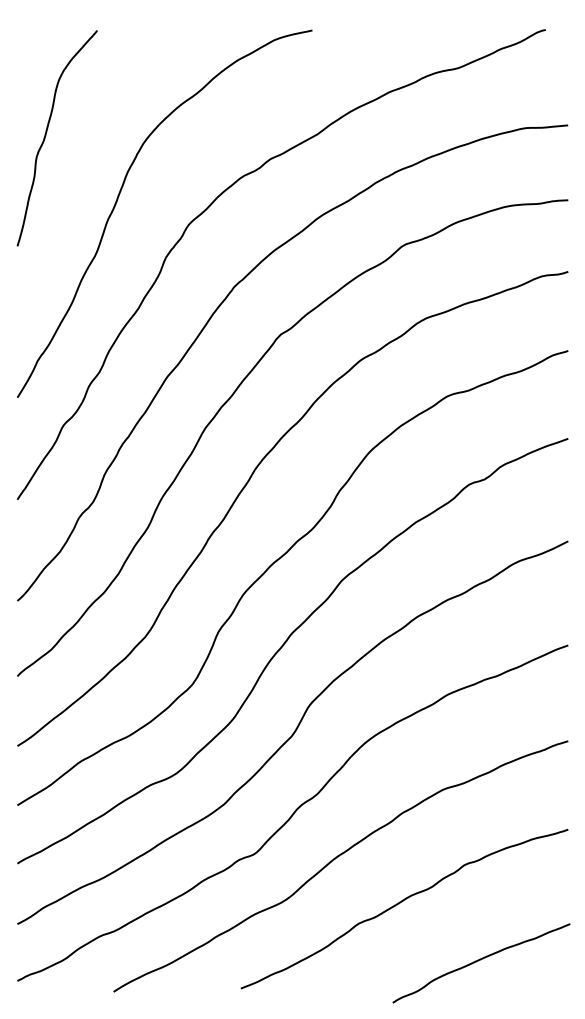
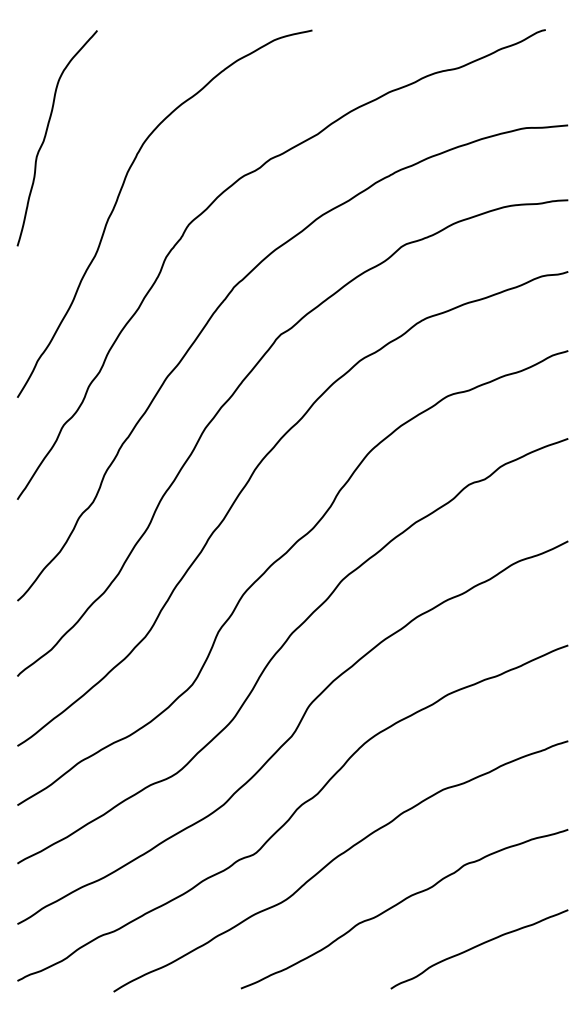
curve at (480, 960) position: (480, 960) -> (478, 946)
